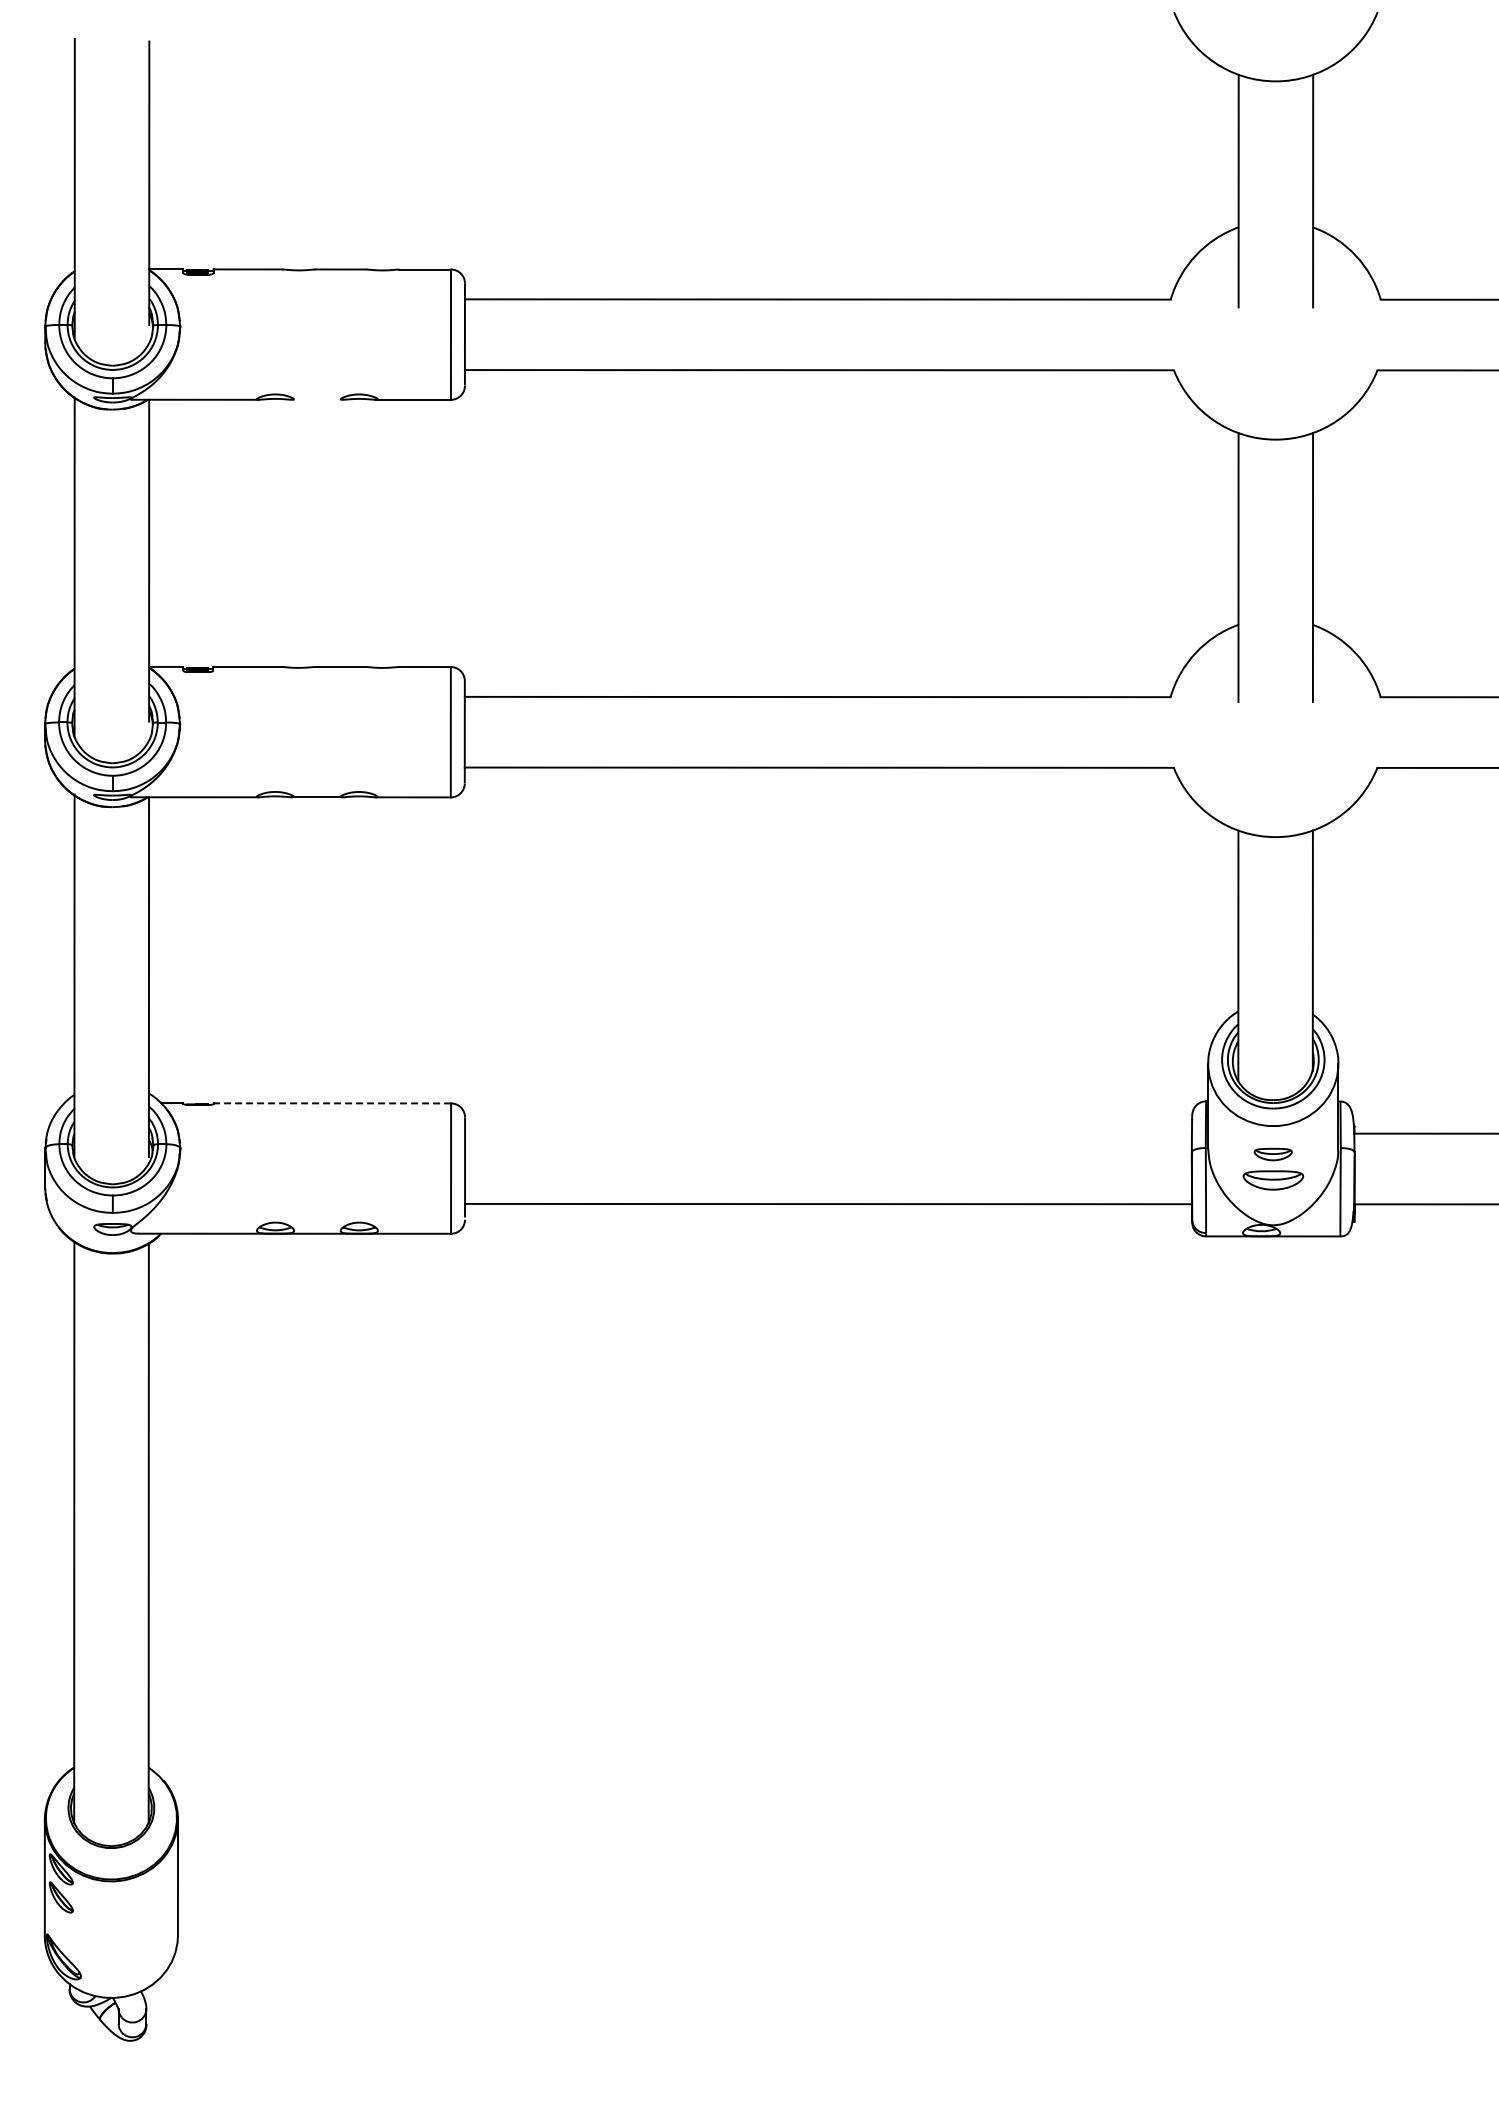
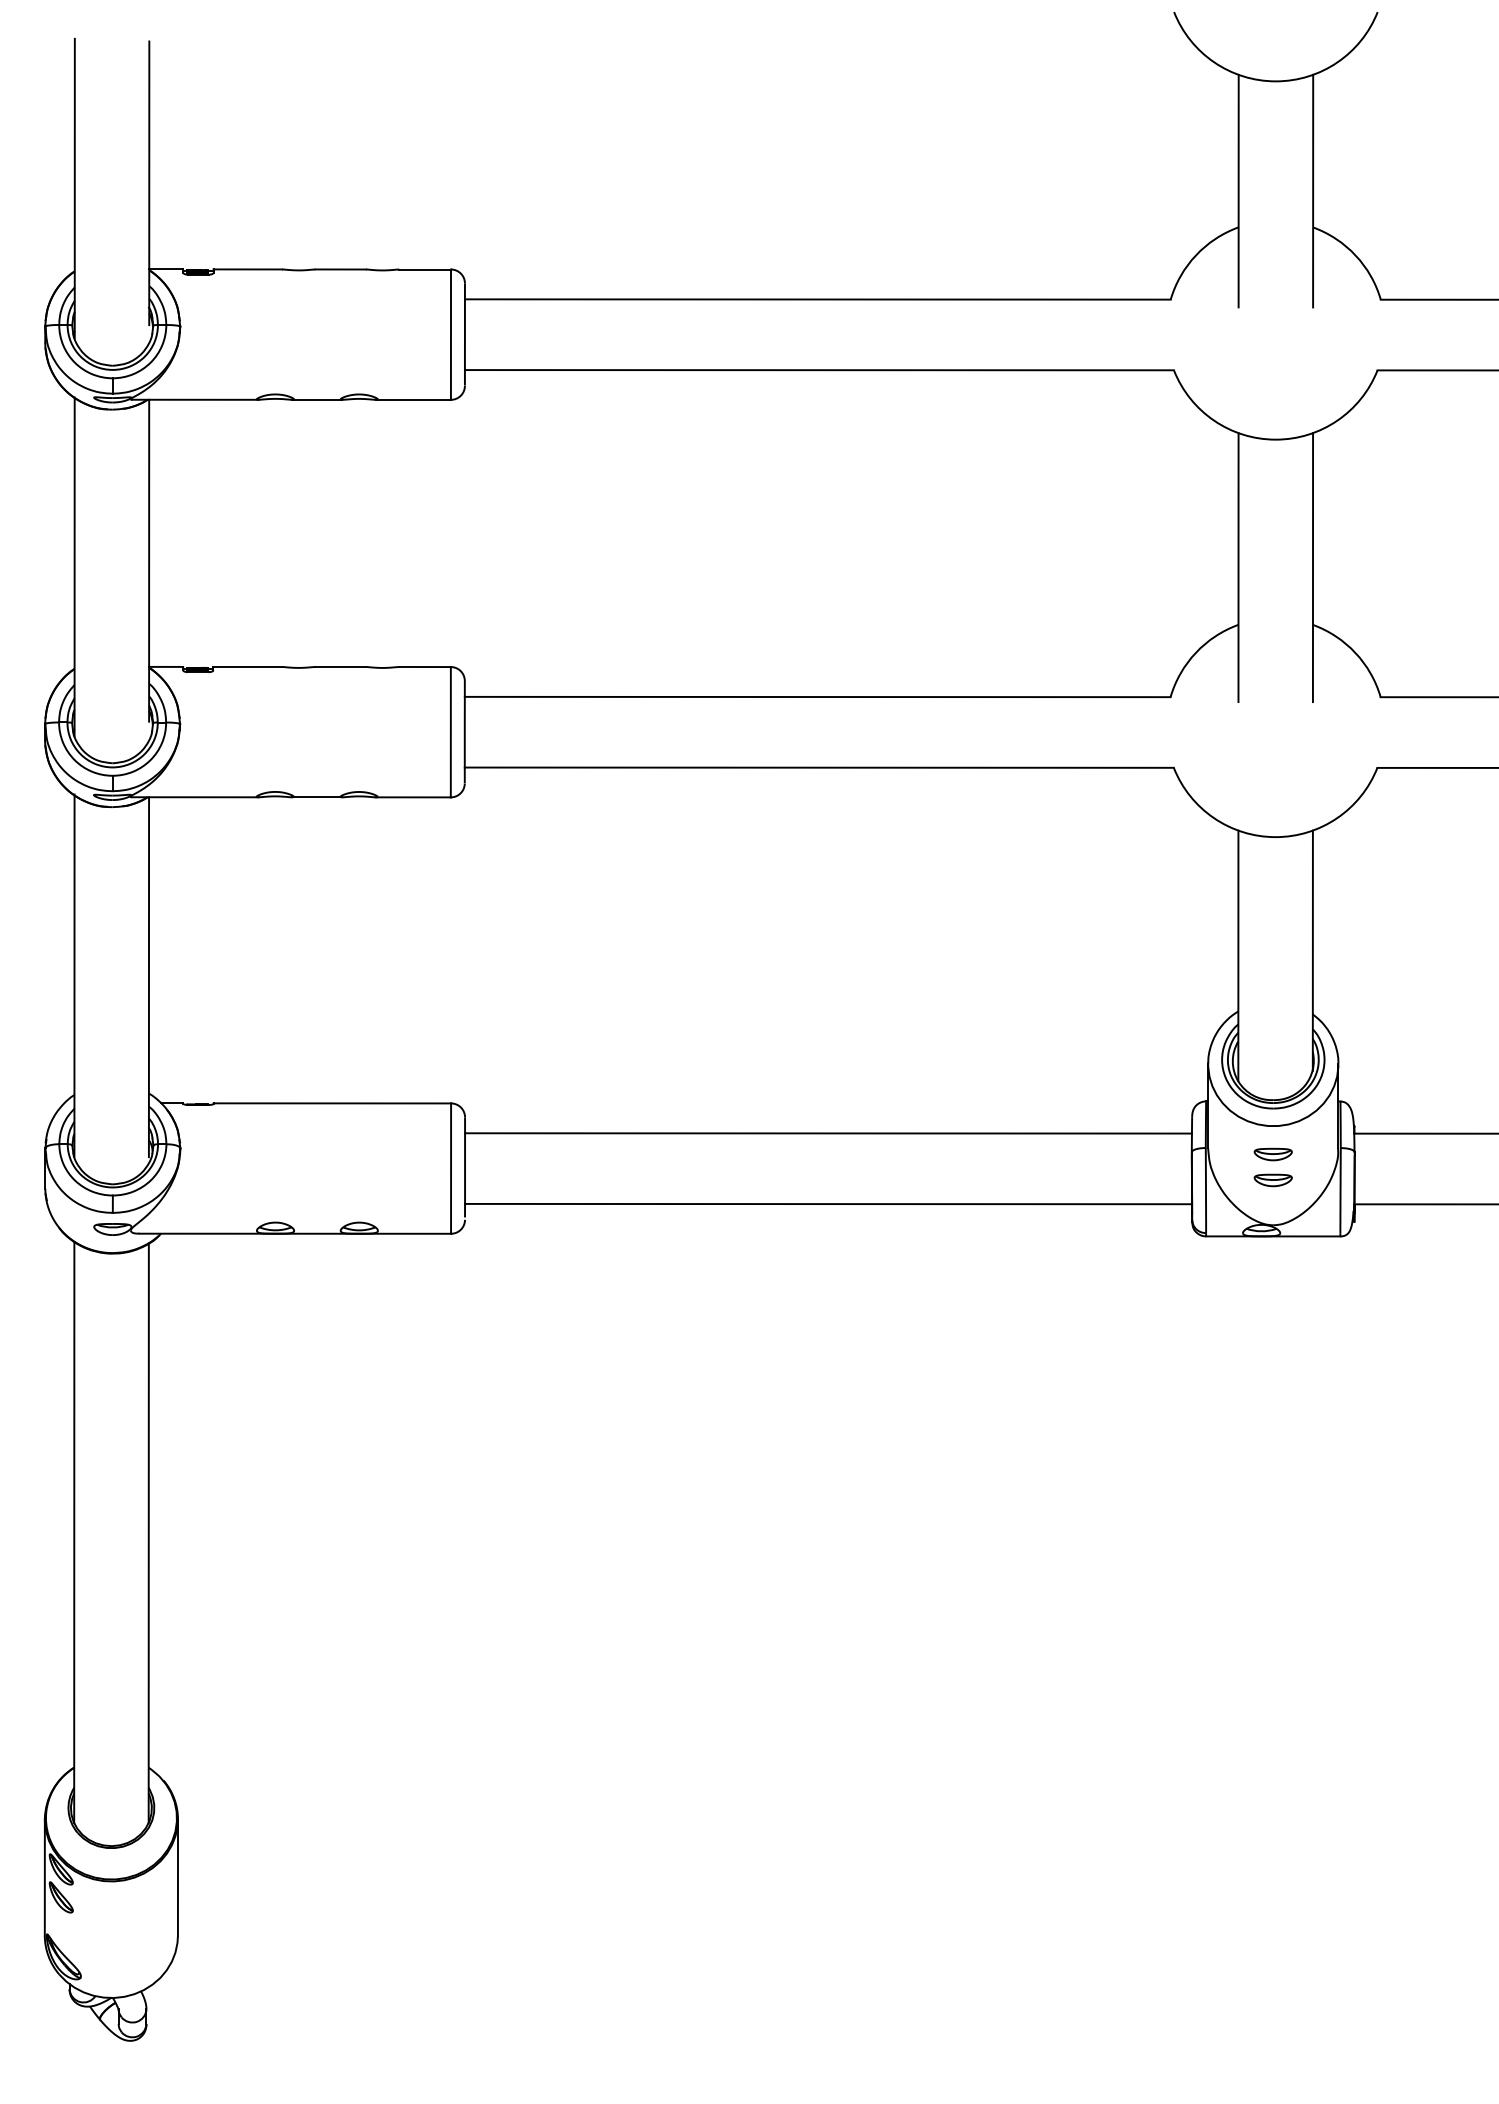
line at (317, 399): none -> present
line at (332, 1103): dashed -> solid
line at (828, 1133): none -> present
part at (1273, 1180) size: 63x21 px -> 40x15 px
